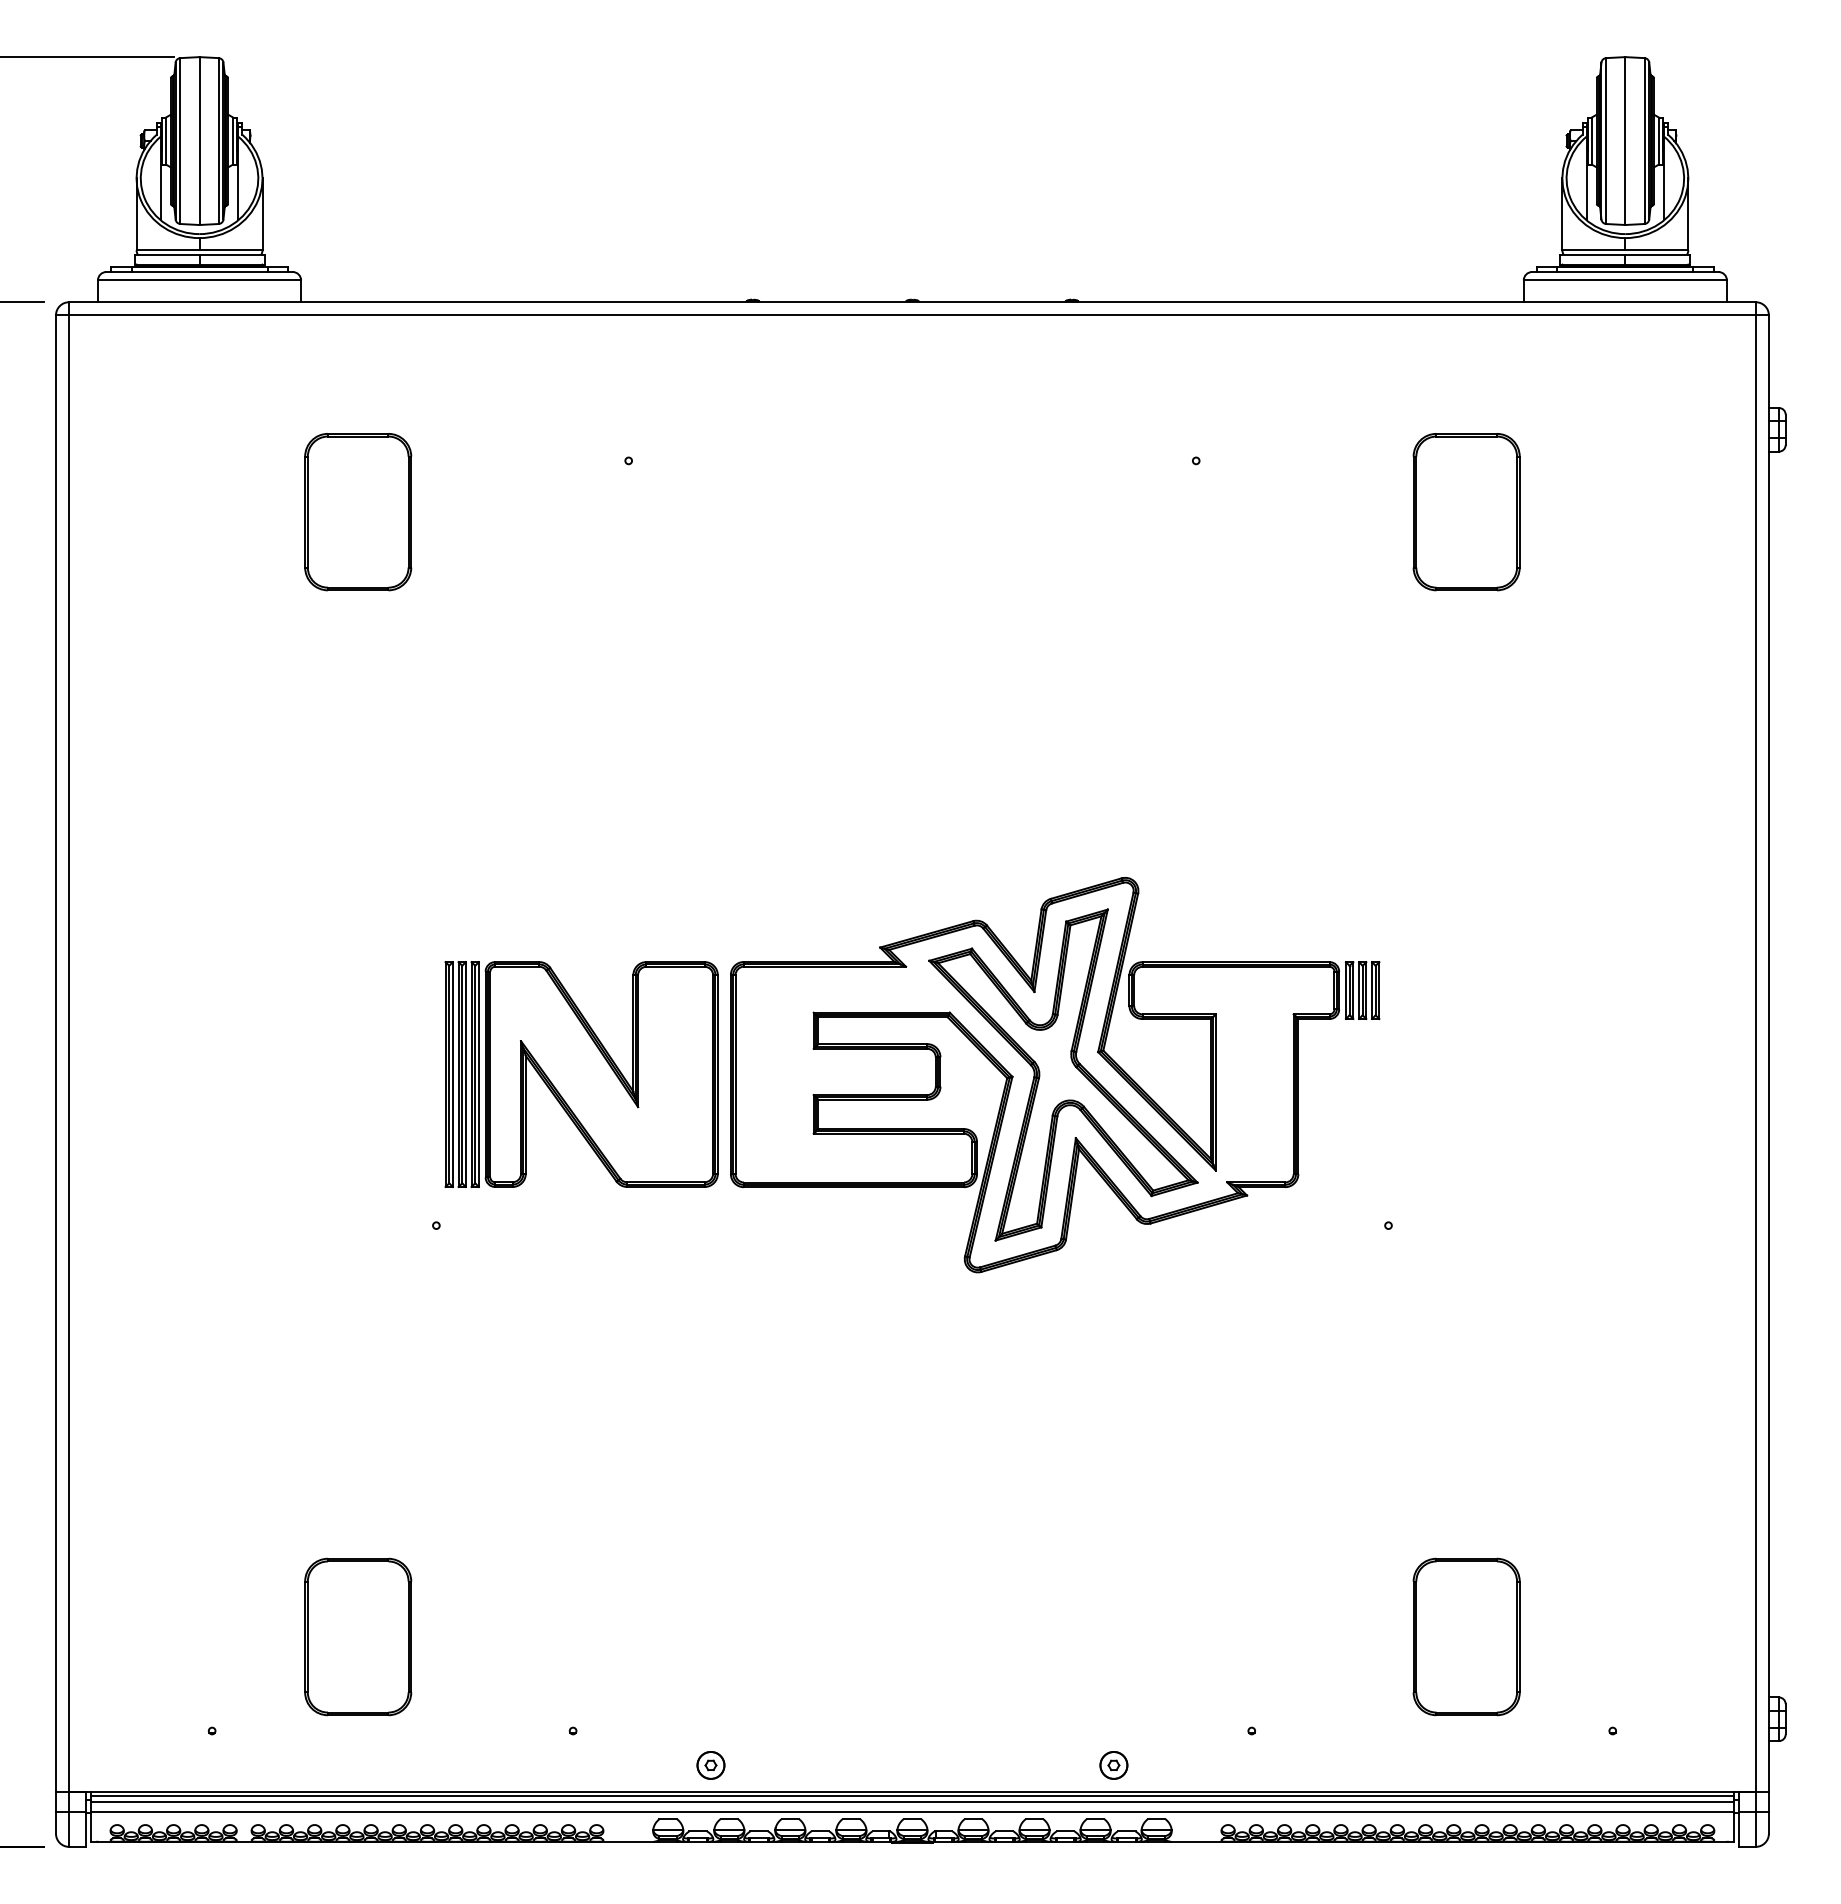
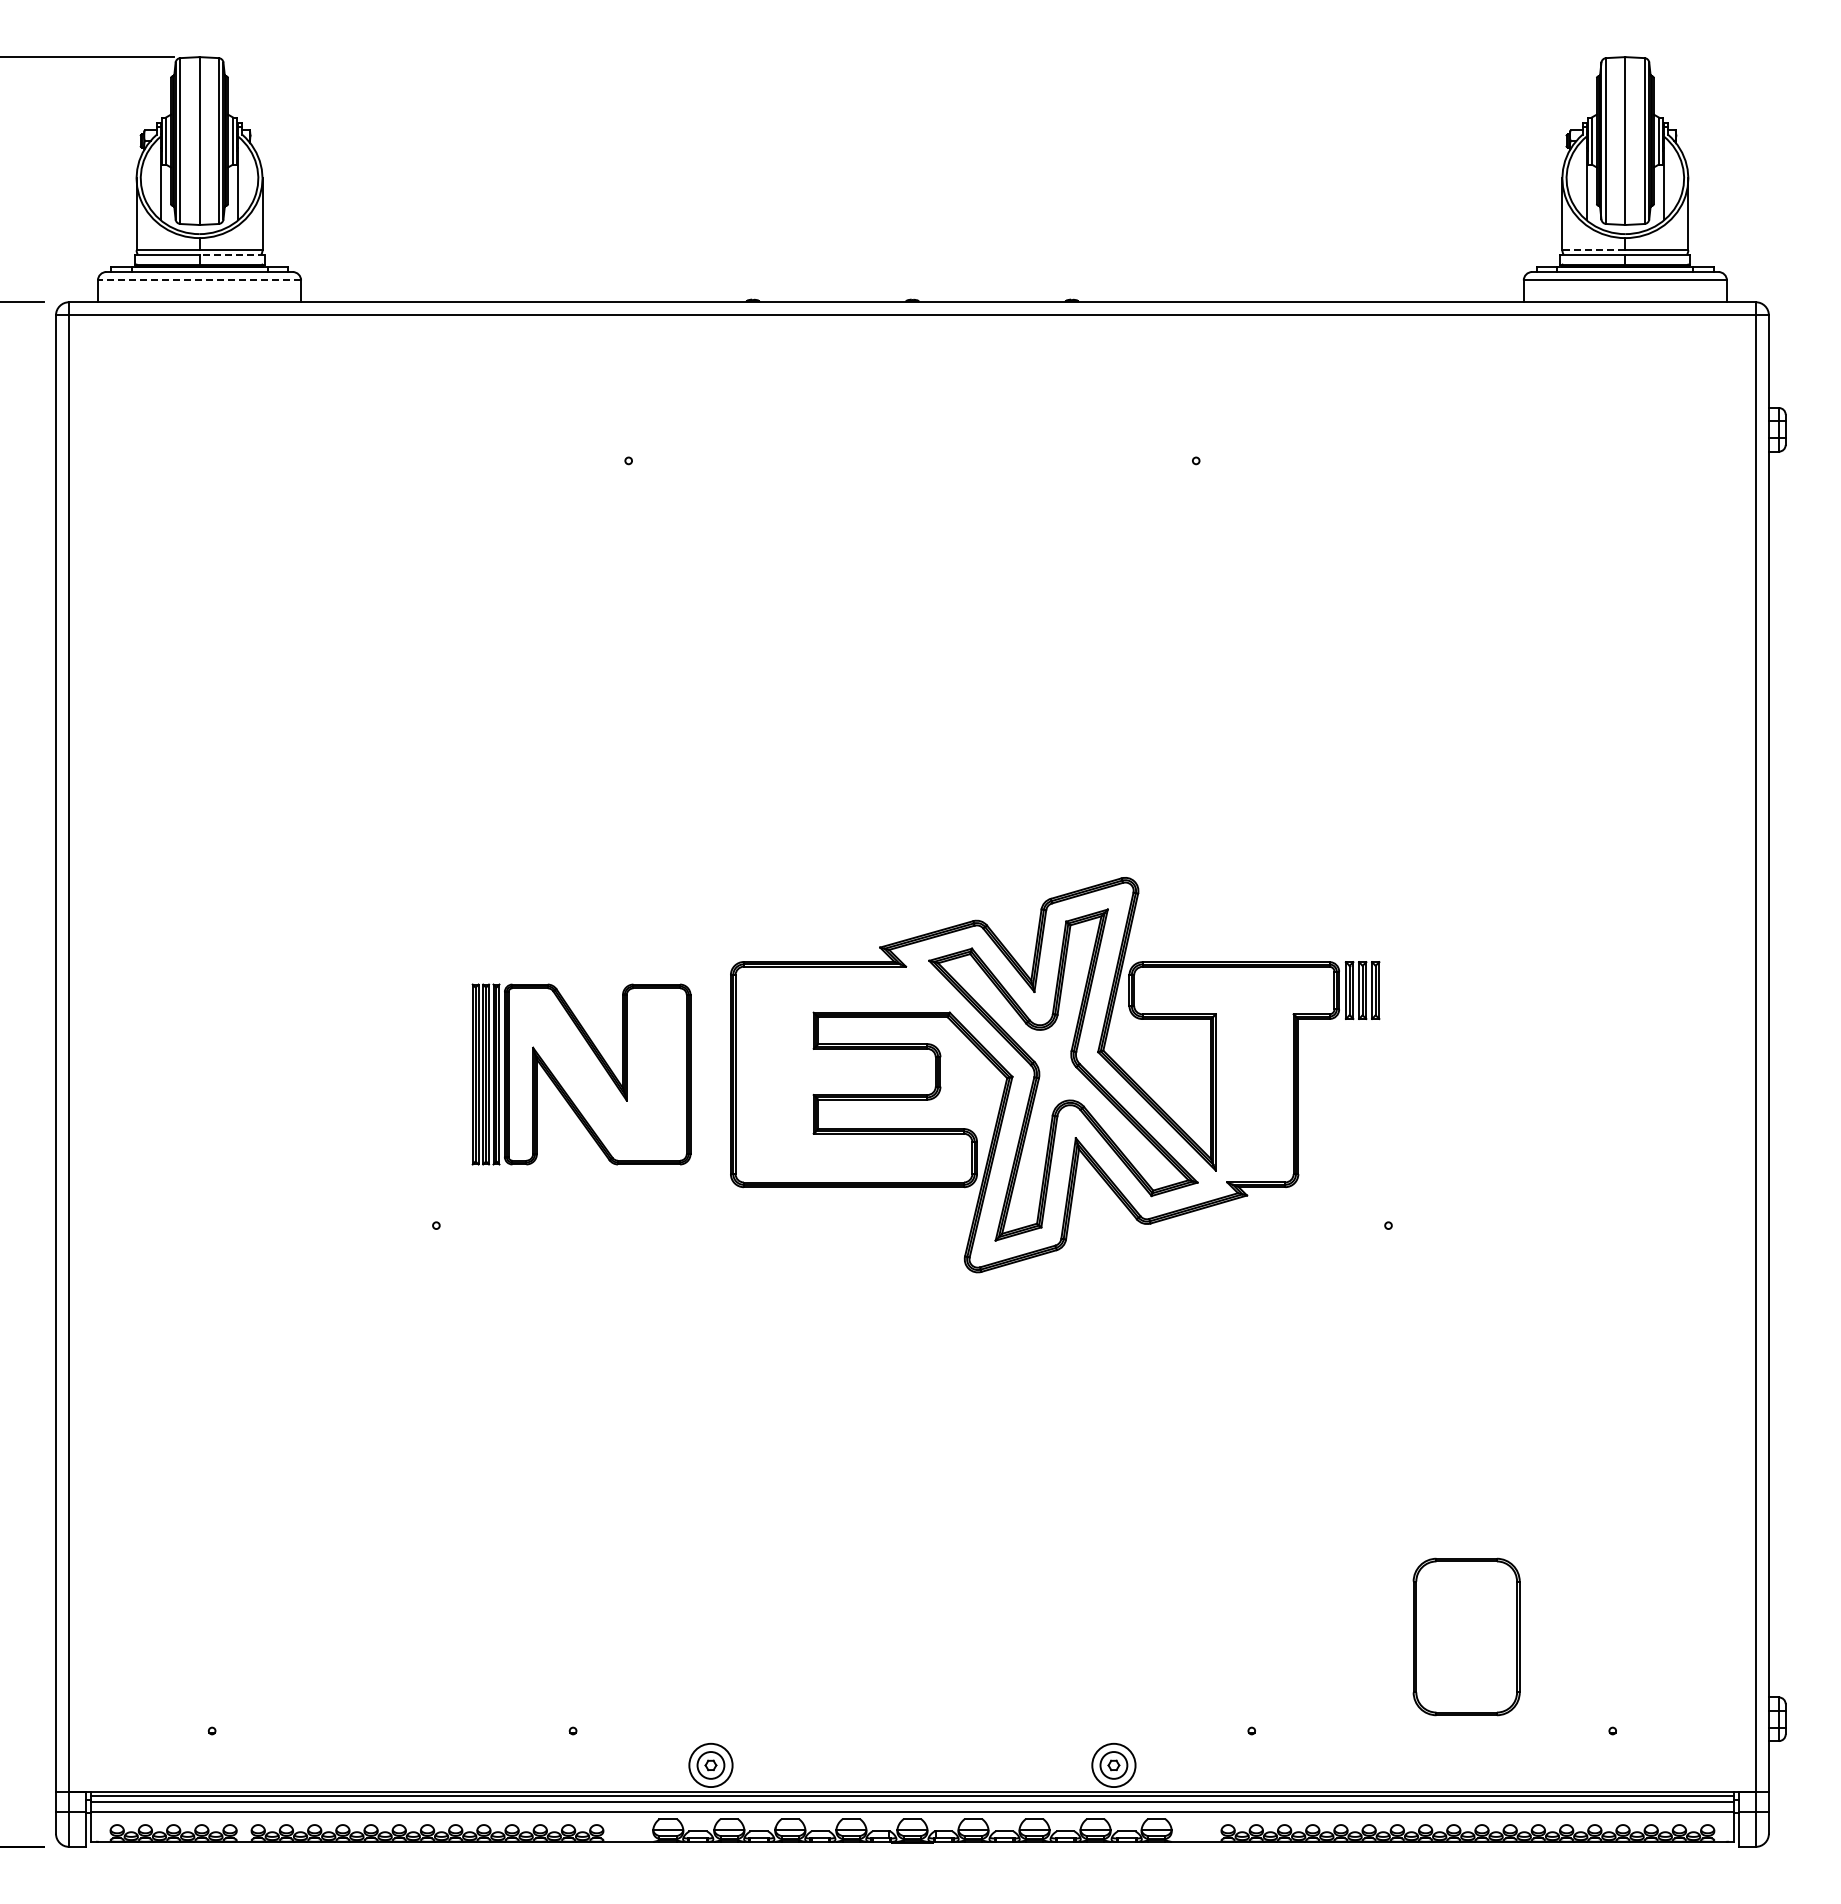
line at (1593, 250): solid -> dashed
line at (231, 254): solid -> dashed
line at (199, 280): solid -> dashed
part at (358, 512): present -> none
part at (1466, 512): present -> none
part at (581, 1074) size: 275x227 px -> 221x183 px
part at (358, 1636): present -> none
circle at (710, 1764) diameter: 27 px -> 43 px
circle at (1113, 1764) diameter: 27 px -> 43 px
